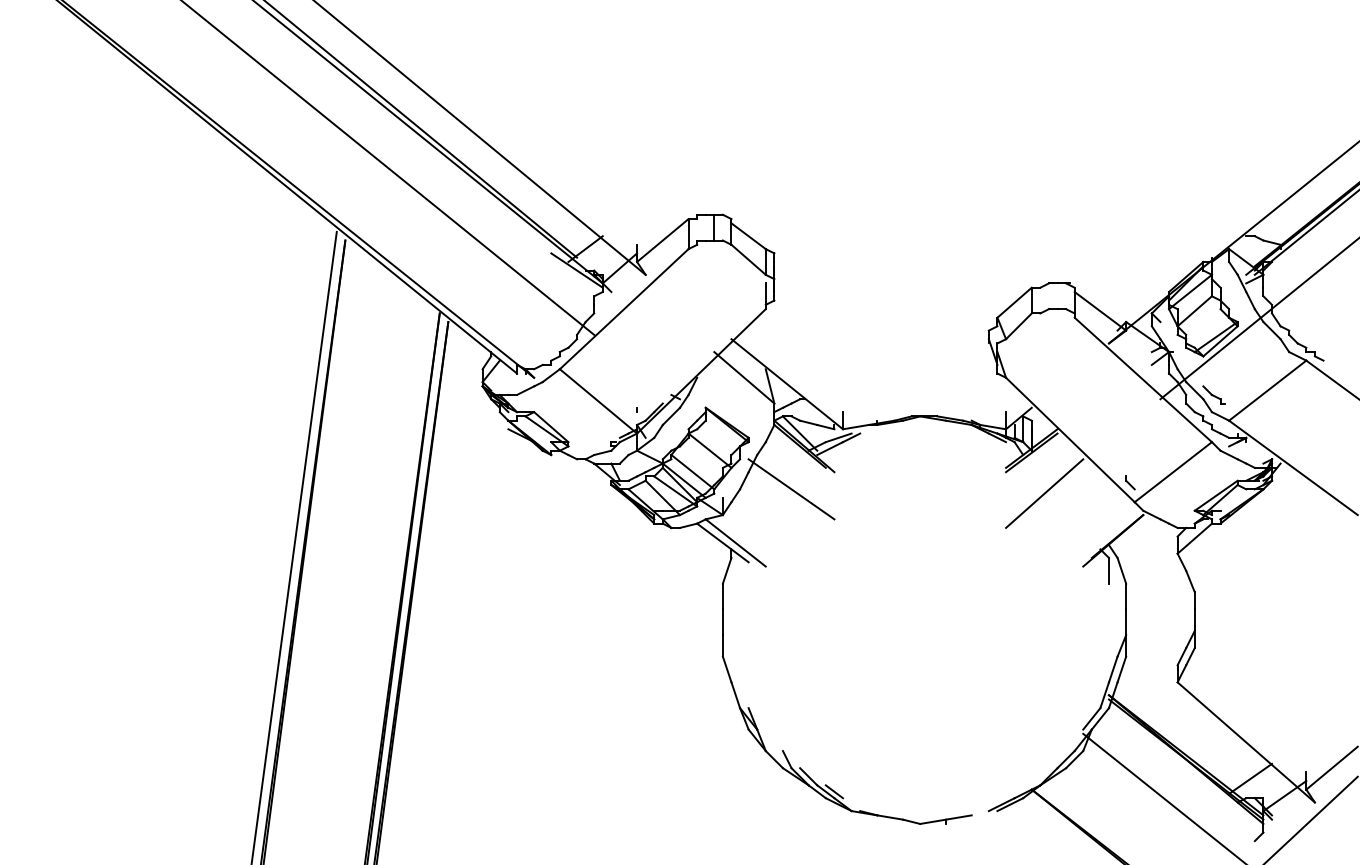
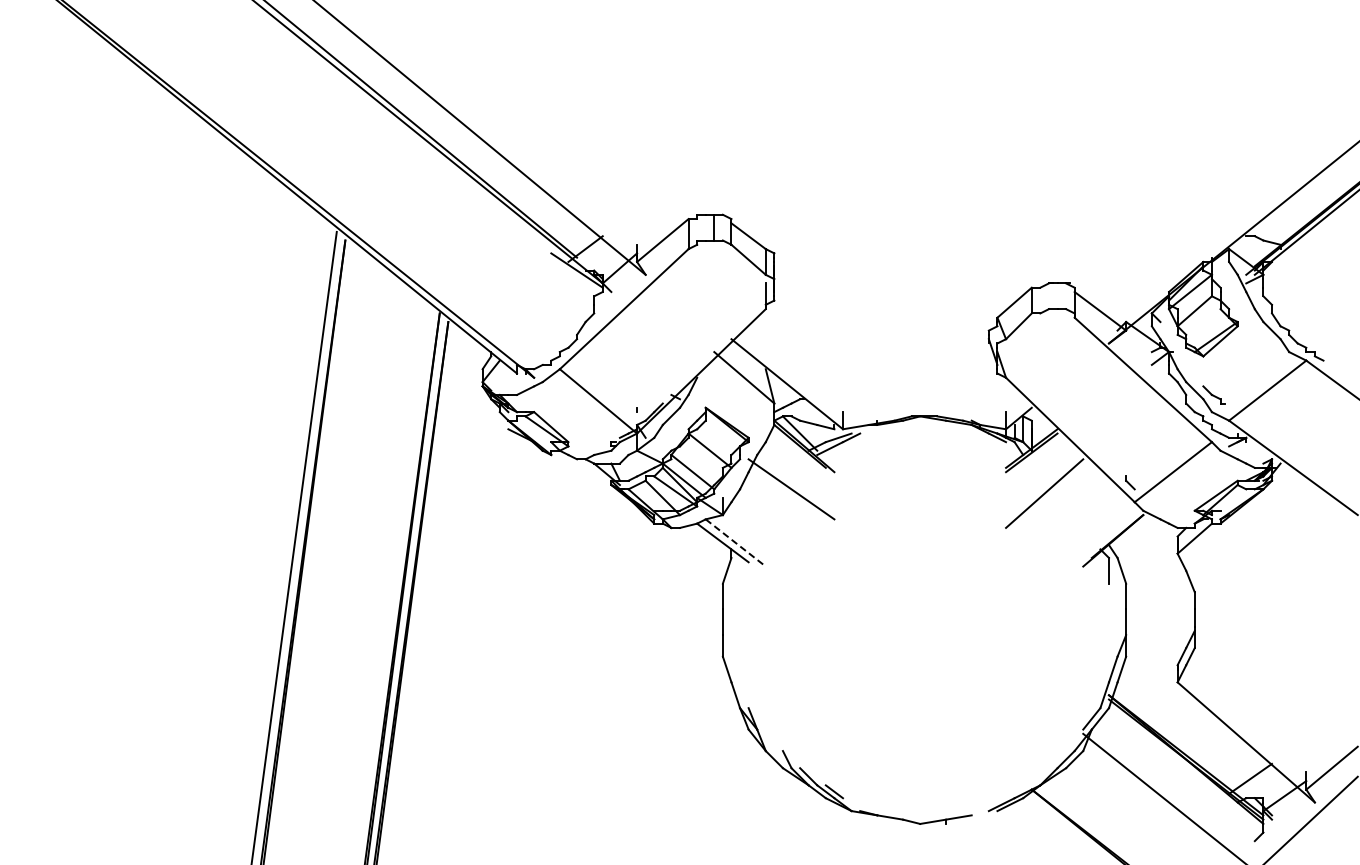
line at (388, 168): present -> none
line at (1258, 319): present -> none
line at (736, 543): solid -> dashed
